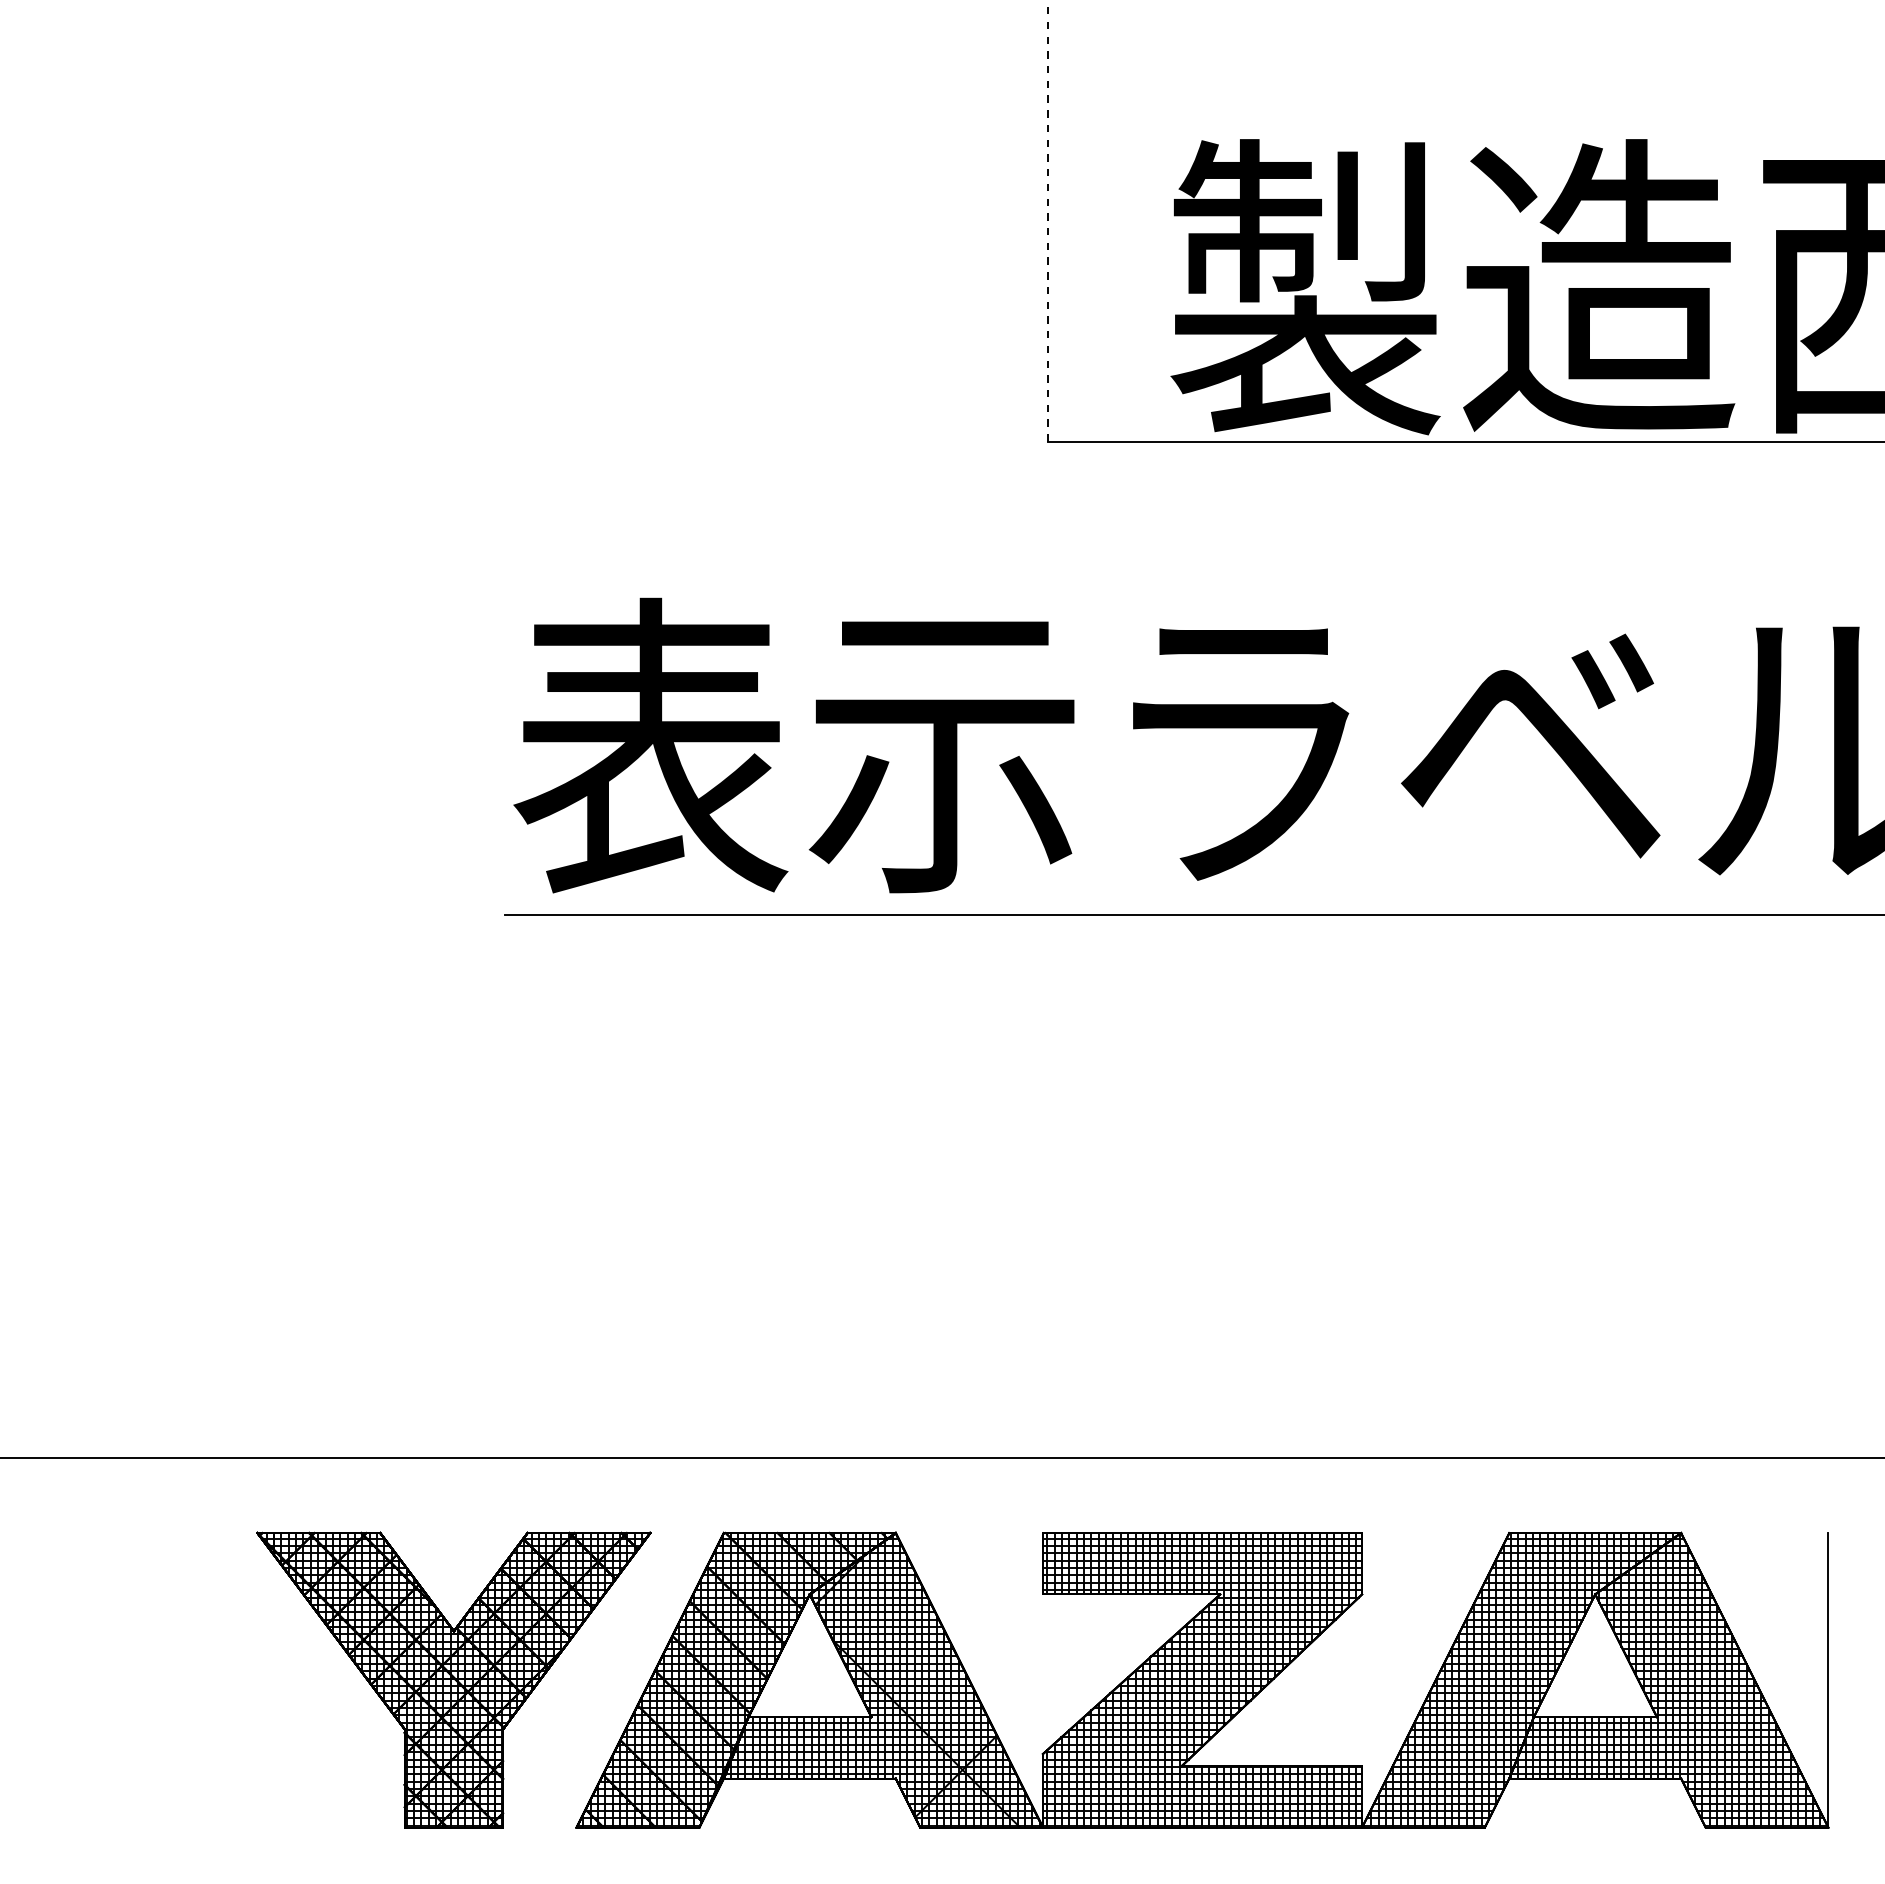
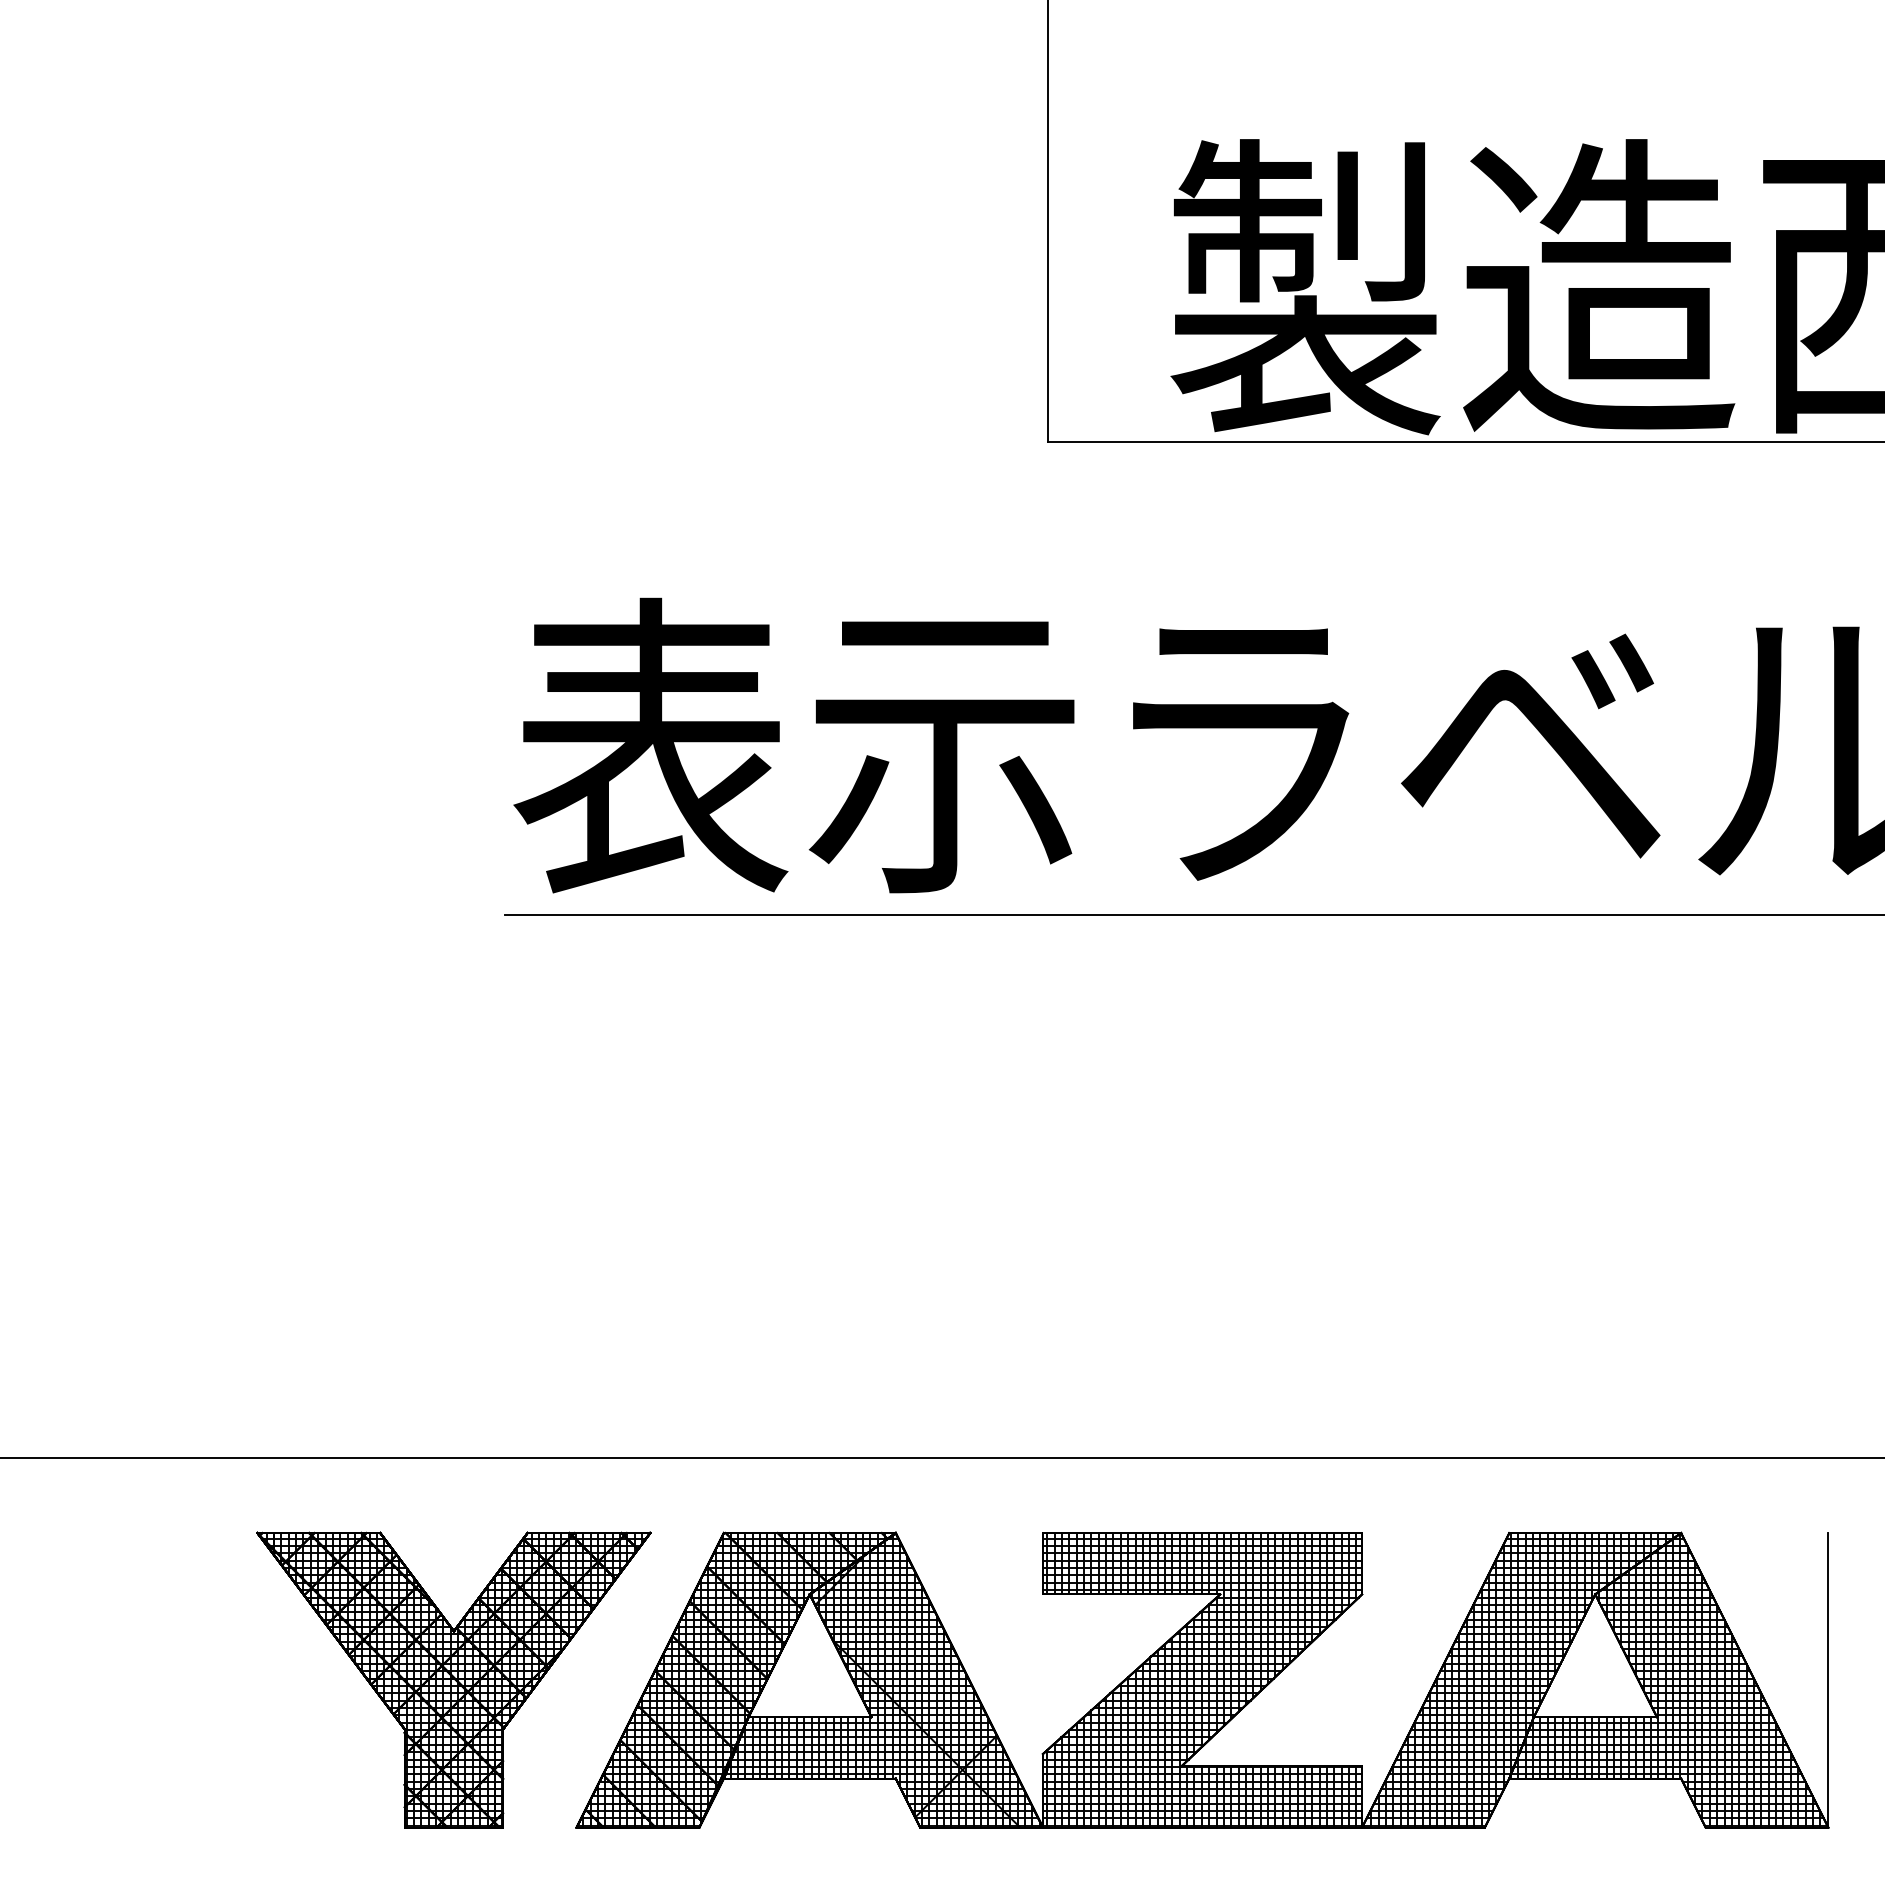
line at (1048, 220): dashed -> solid
